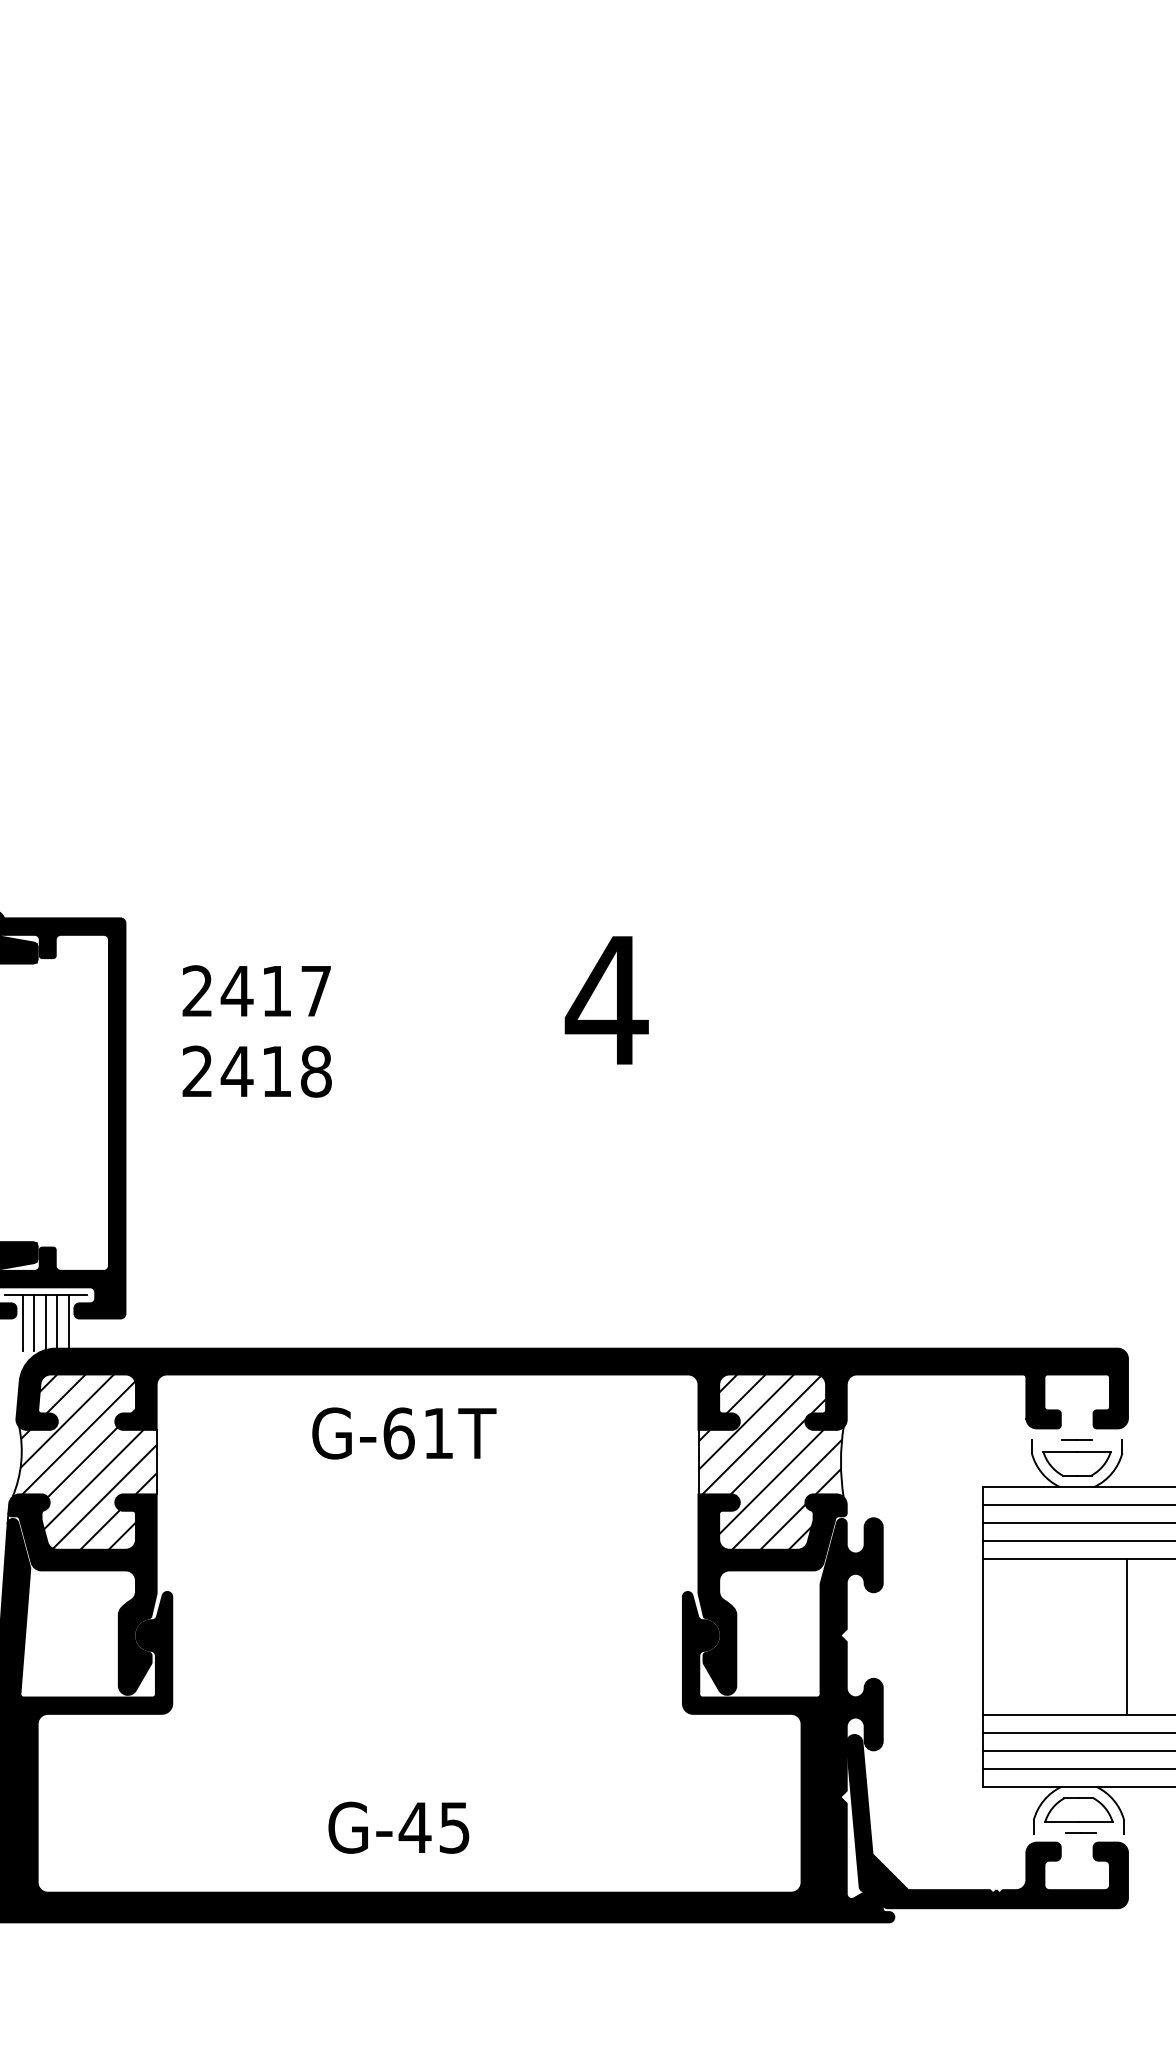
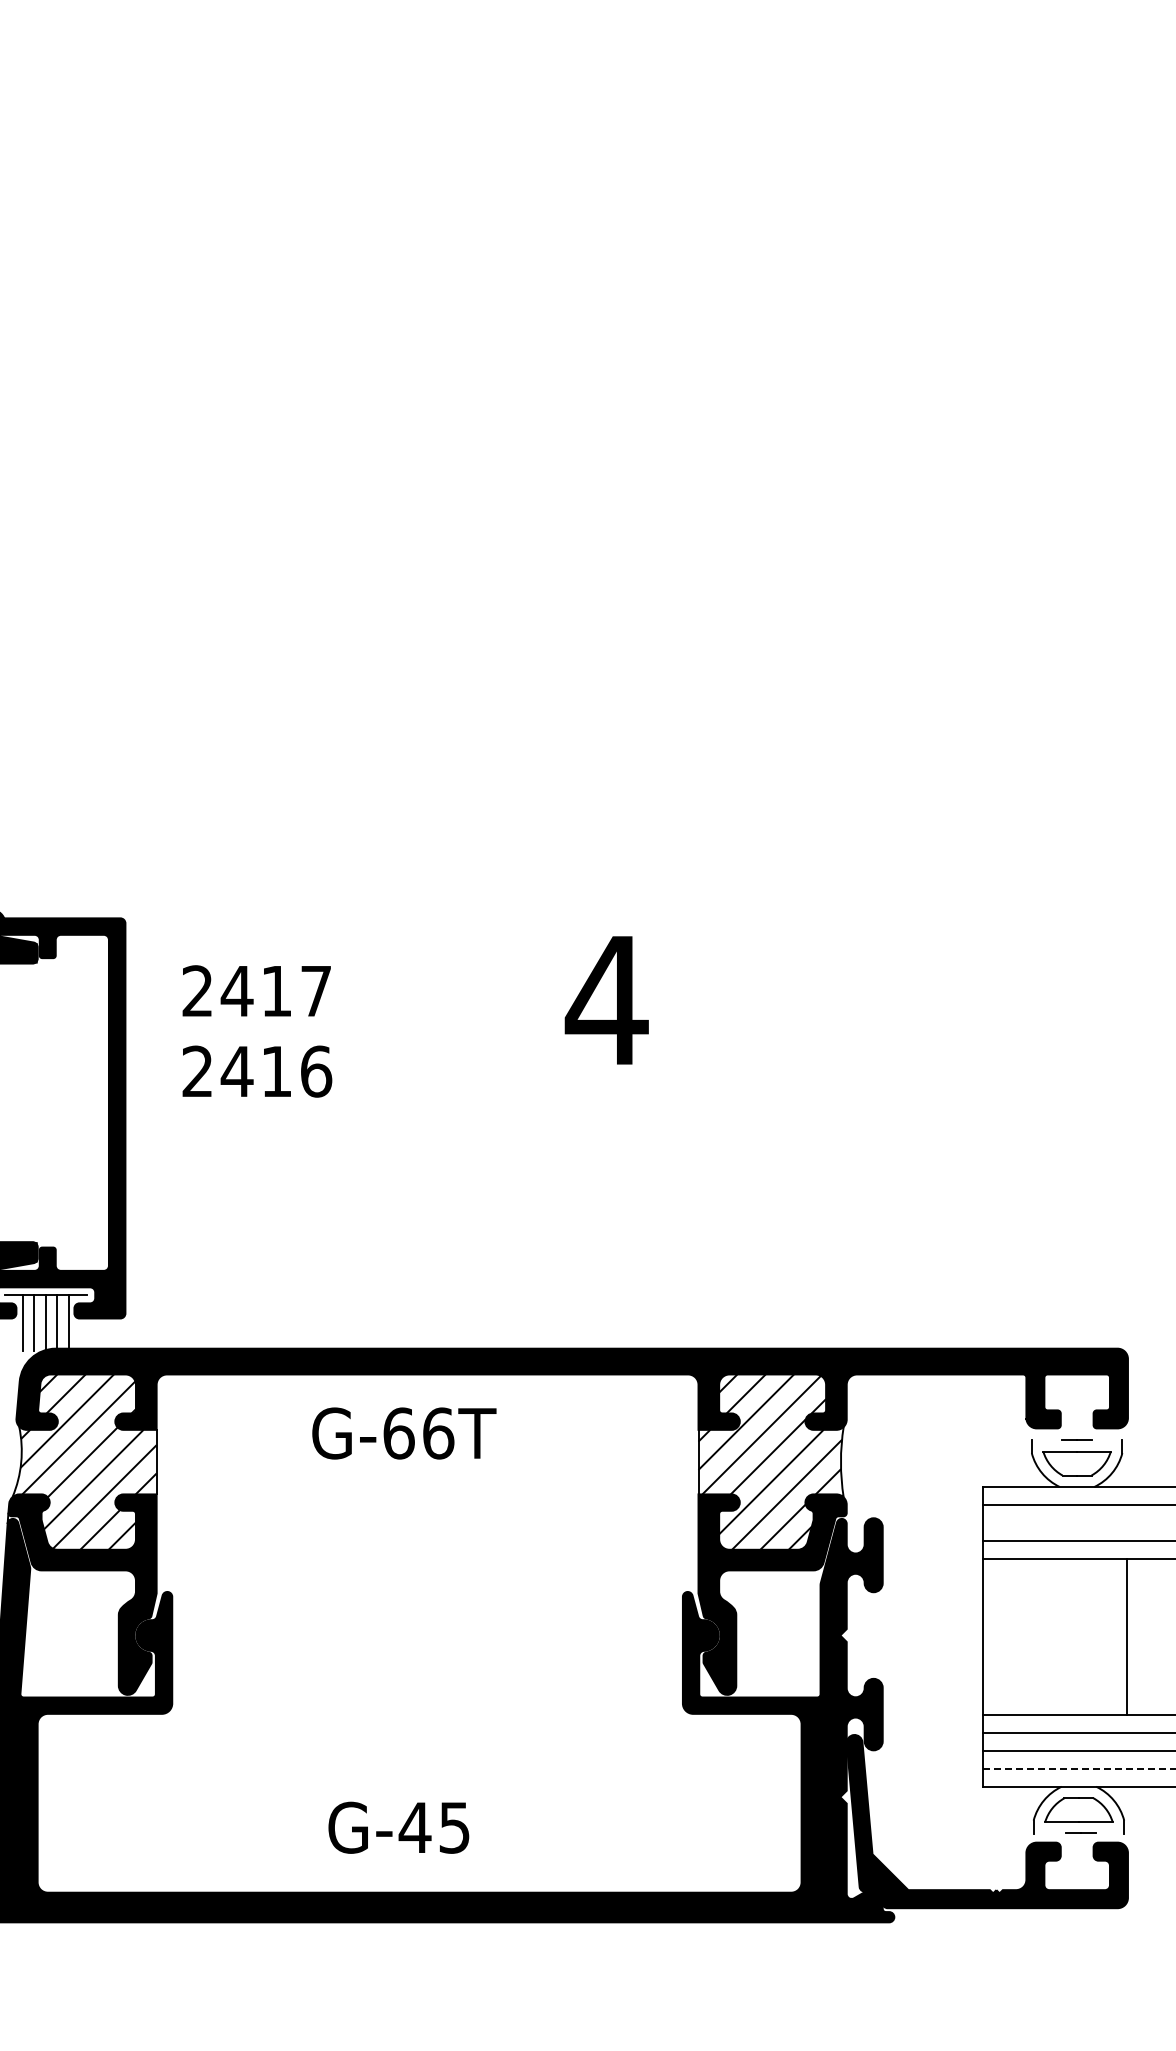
text at (316, 1071): 2418 -> 2416
text at (438, 1433): G-61T -> G-66T
line at (1077, 1523): present -> none
line at (1080, 1768): solid -> dashed
